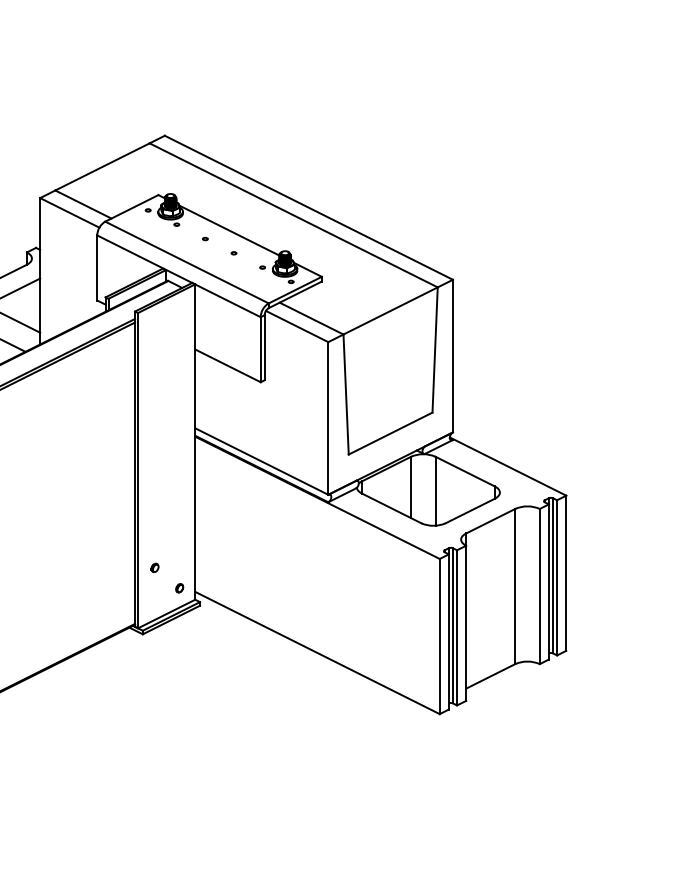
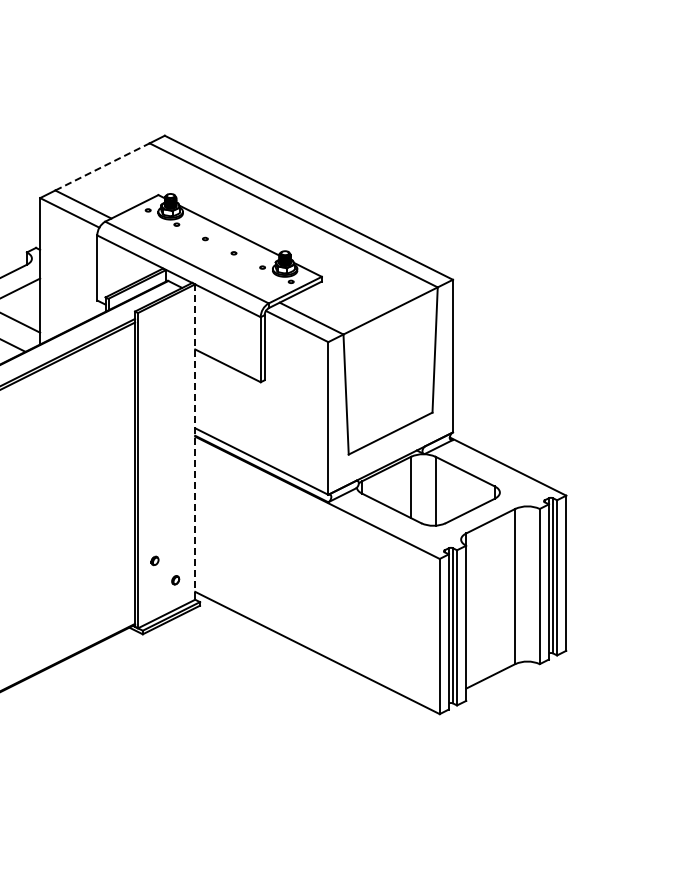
line at (102, 166): solid -> dashed
line at (195, 442): solid -> dashed
part at (154, 567) position: (154, 567) -> (154, 560)
part at (179, 588) position: (179, 588) -> (175, 580)
